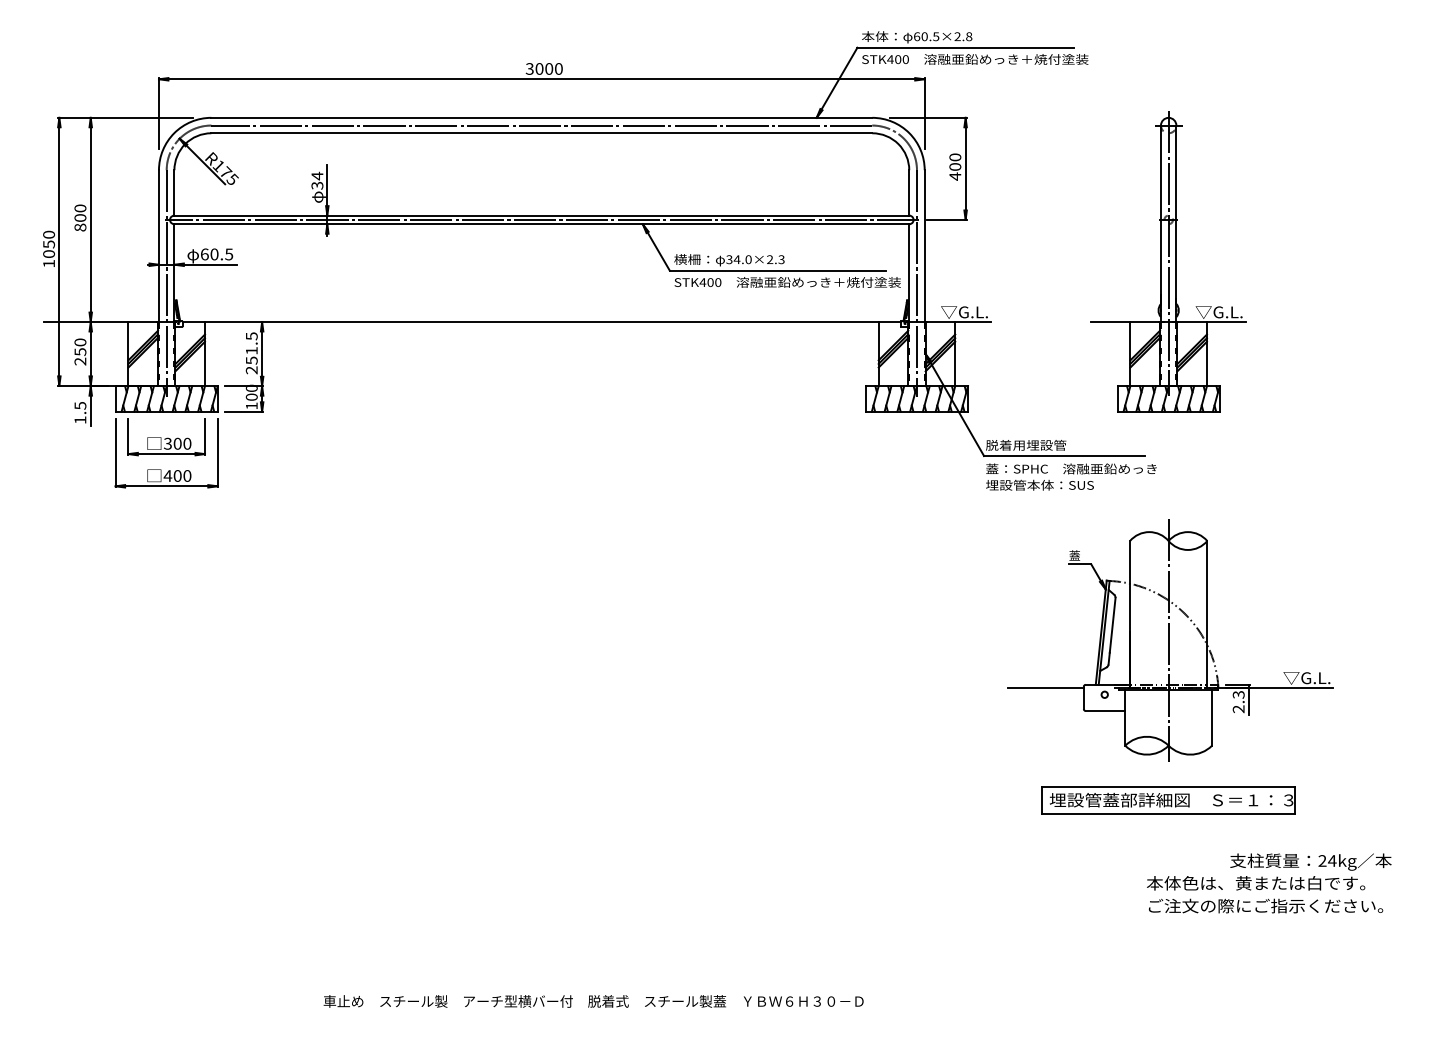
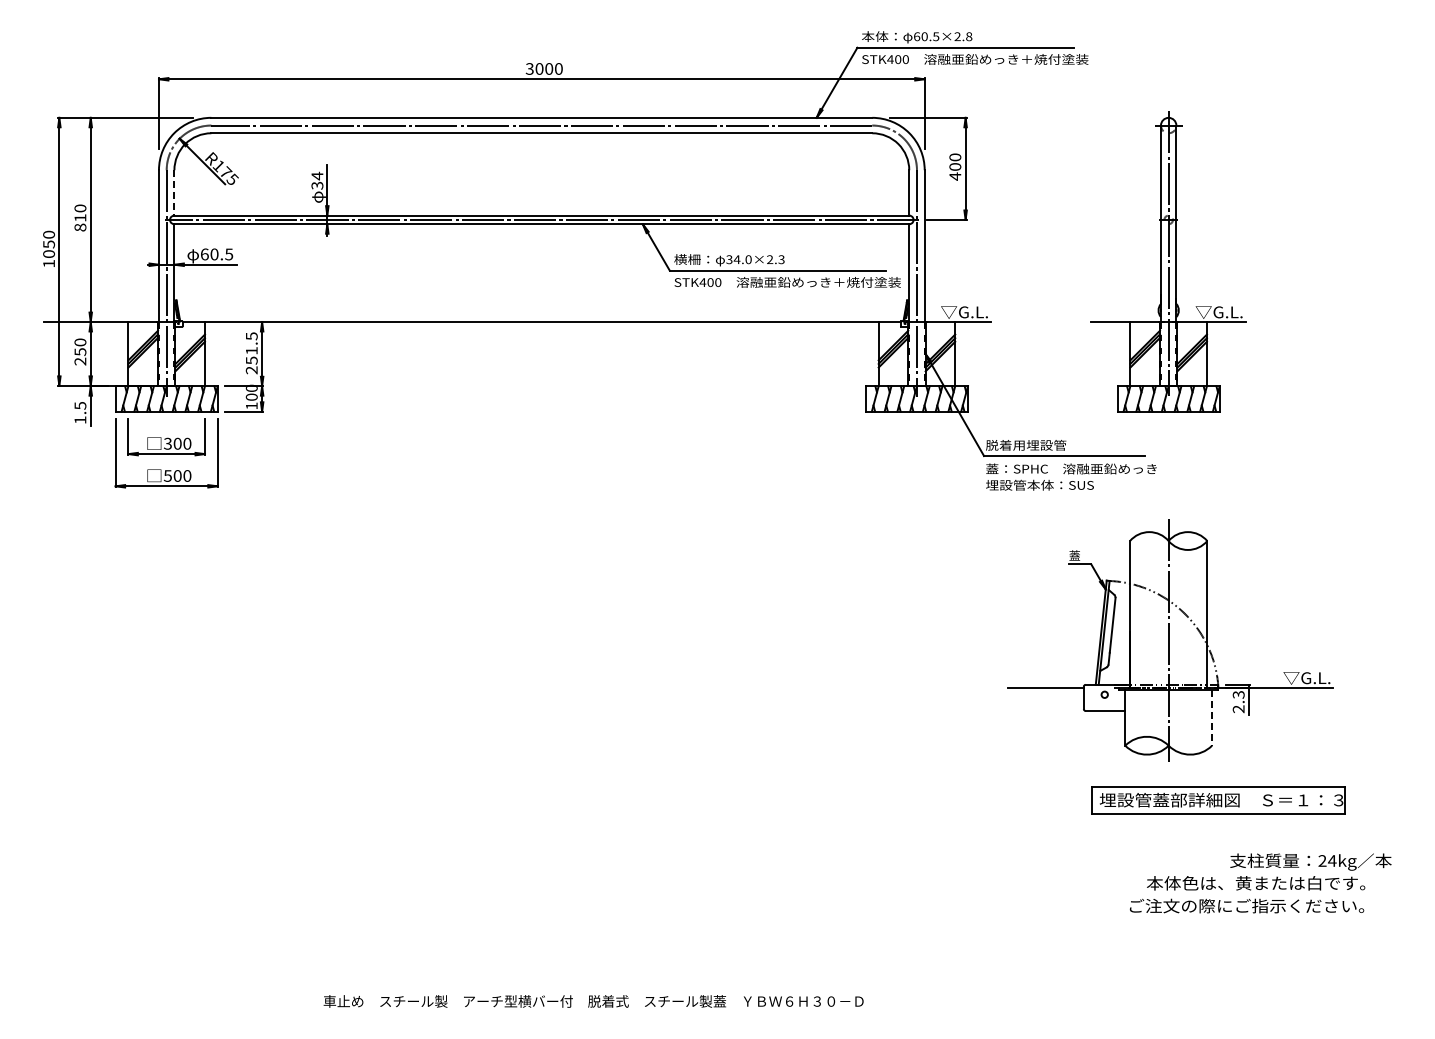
line at (174, 192): solid -> dashed
text at (80, 217): 800 -> 810
text at (167, 475): 400 -> 500
line at (1212, 718): solid -> dashed
part at (1168, 800) position: (1168, 800) -> (1218, 800)
text at (1265, 905) position: (1265, 905) -> (1246, 905)
